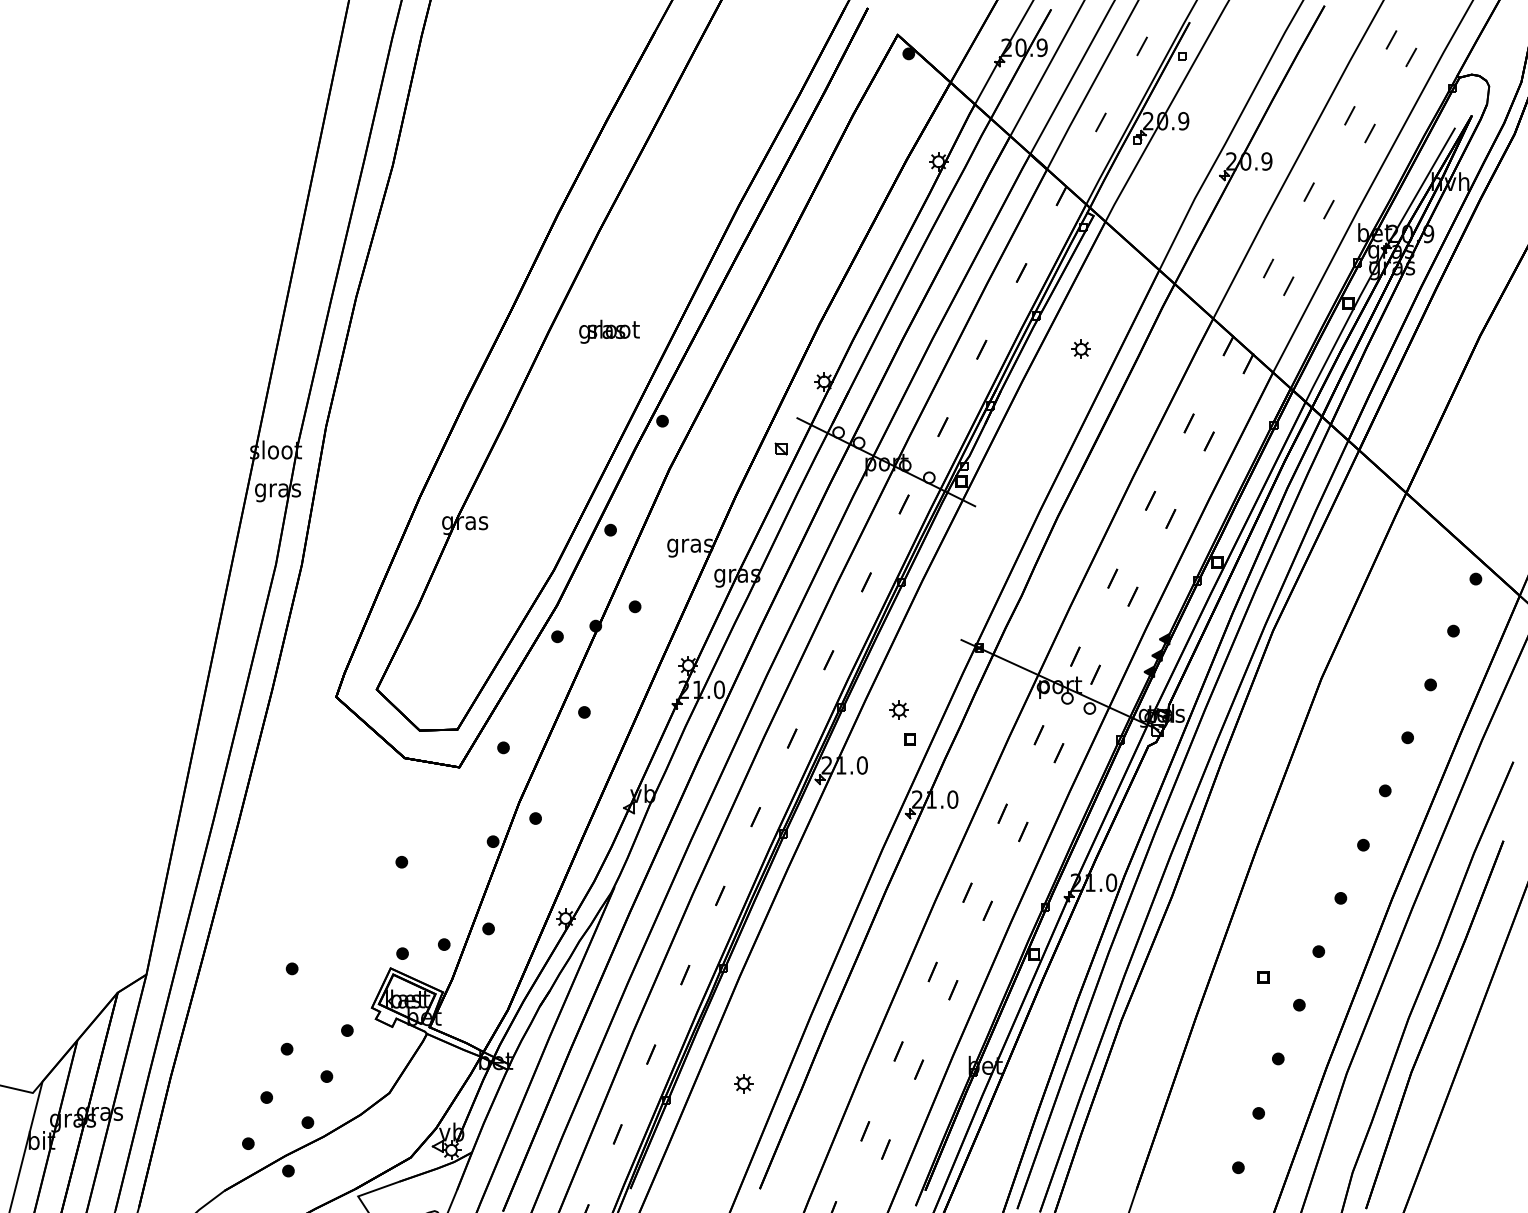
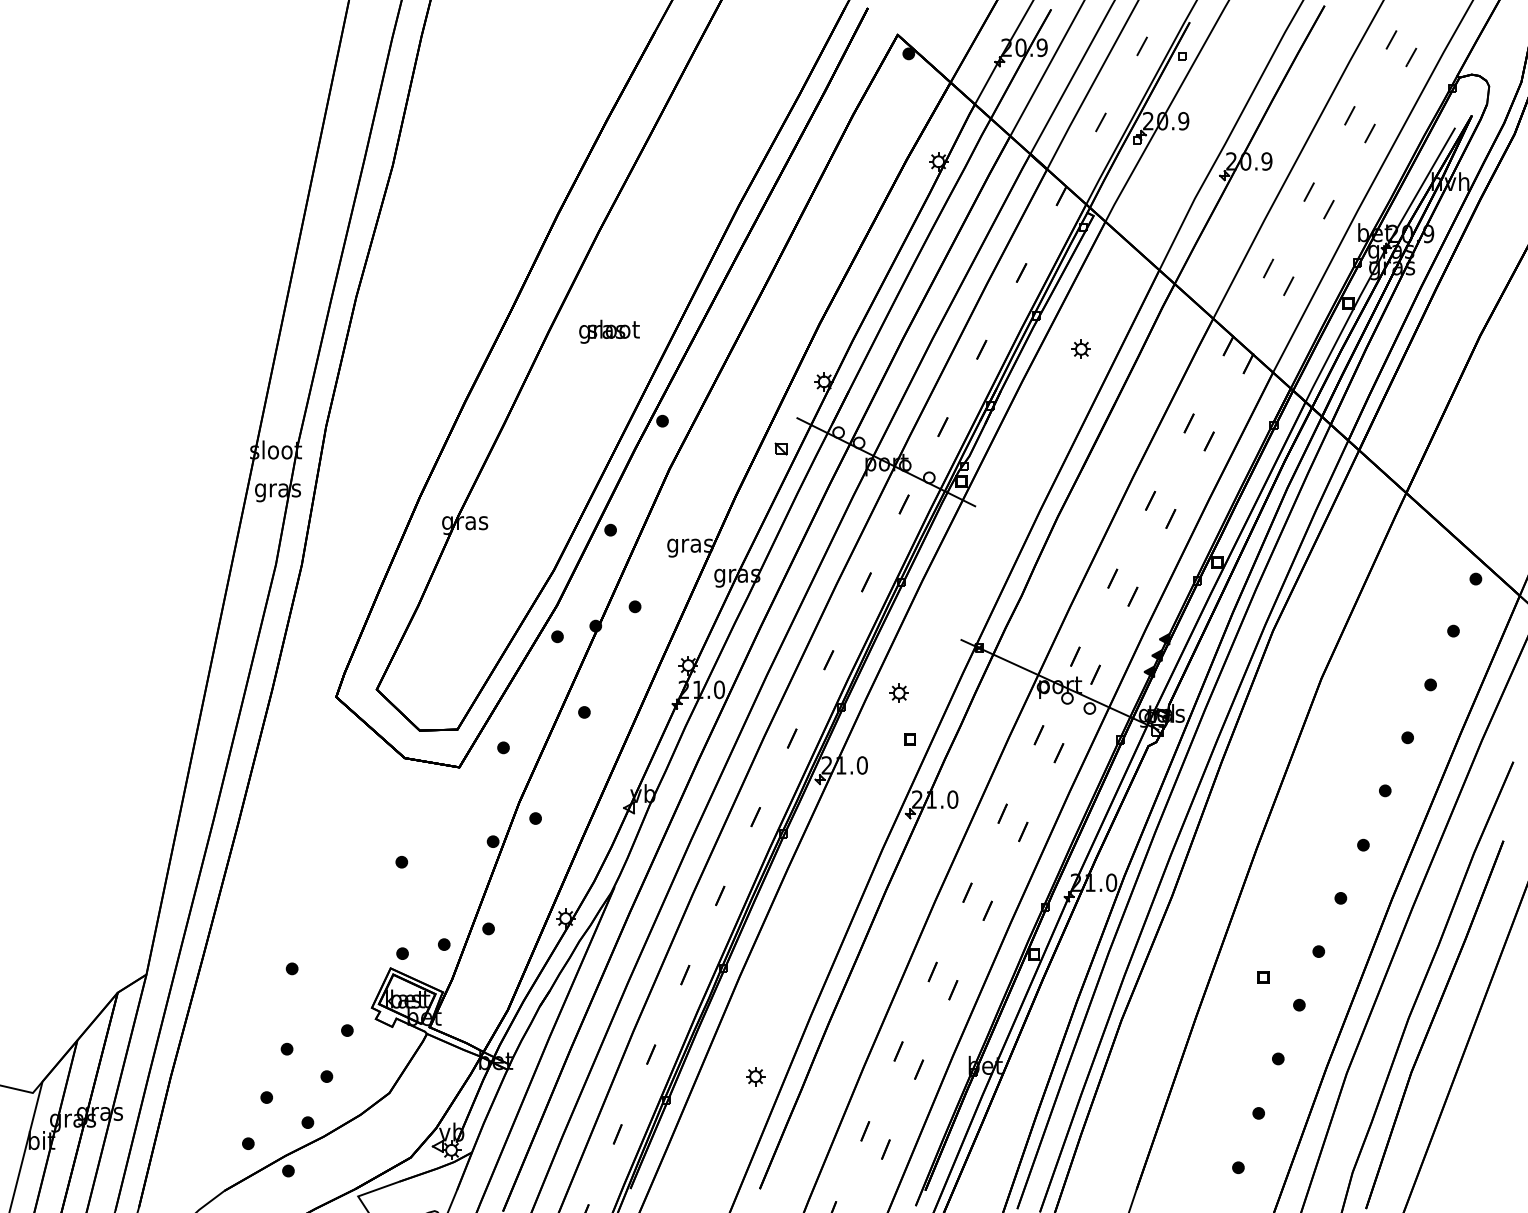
part at (898, 709) position: (898, 709) -> (898, 692)
part at (743, 1083) position: (743, 1083) -> (755, 1076)
